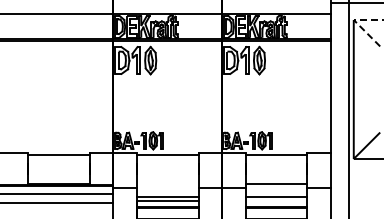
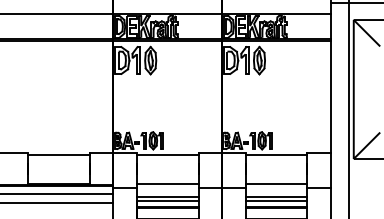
line at (355, 22): dashed -> solid
line at (167, 183): none -> present
line at (276, 201): none -> present
